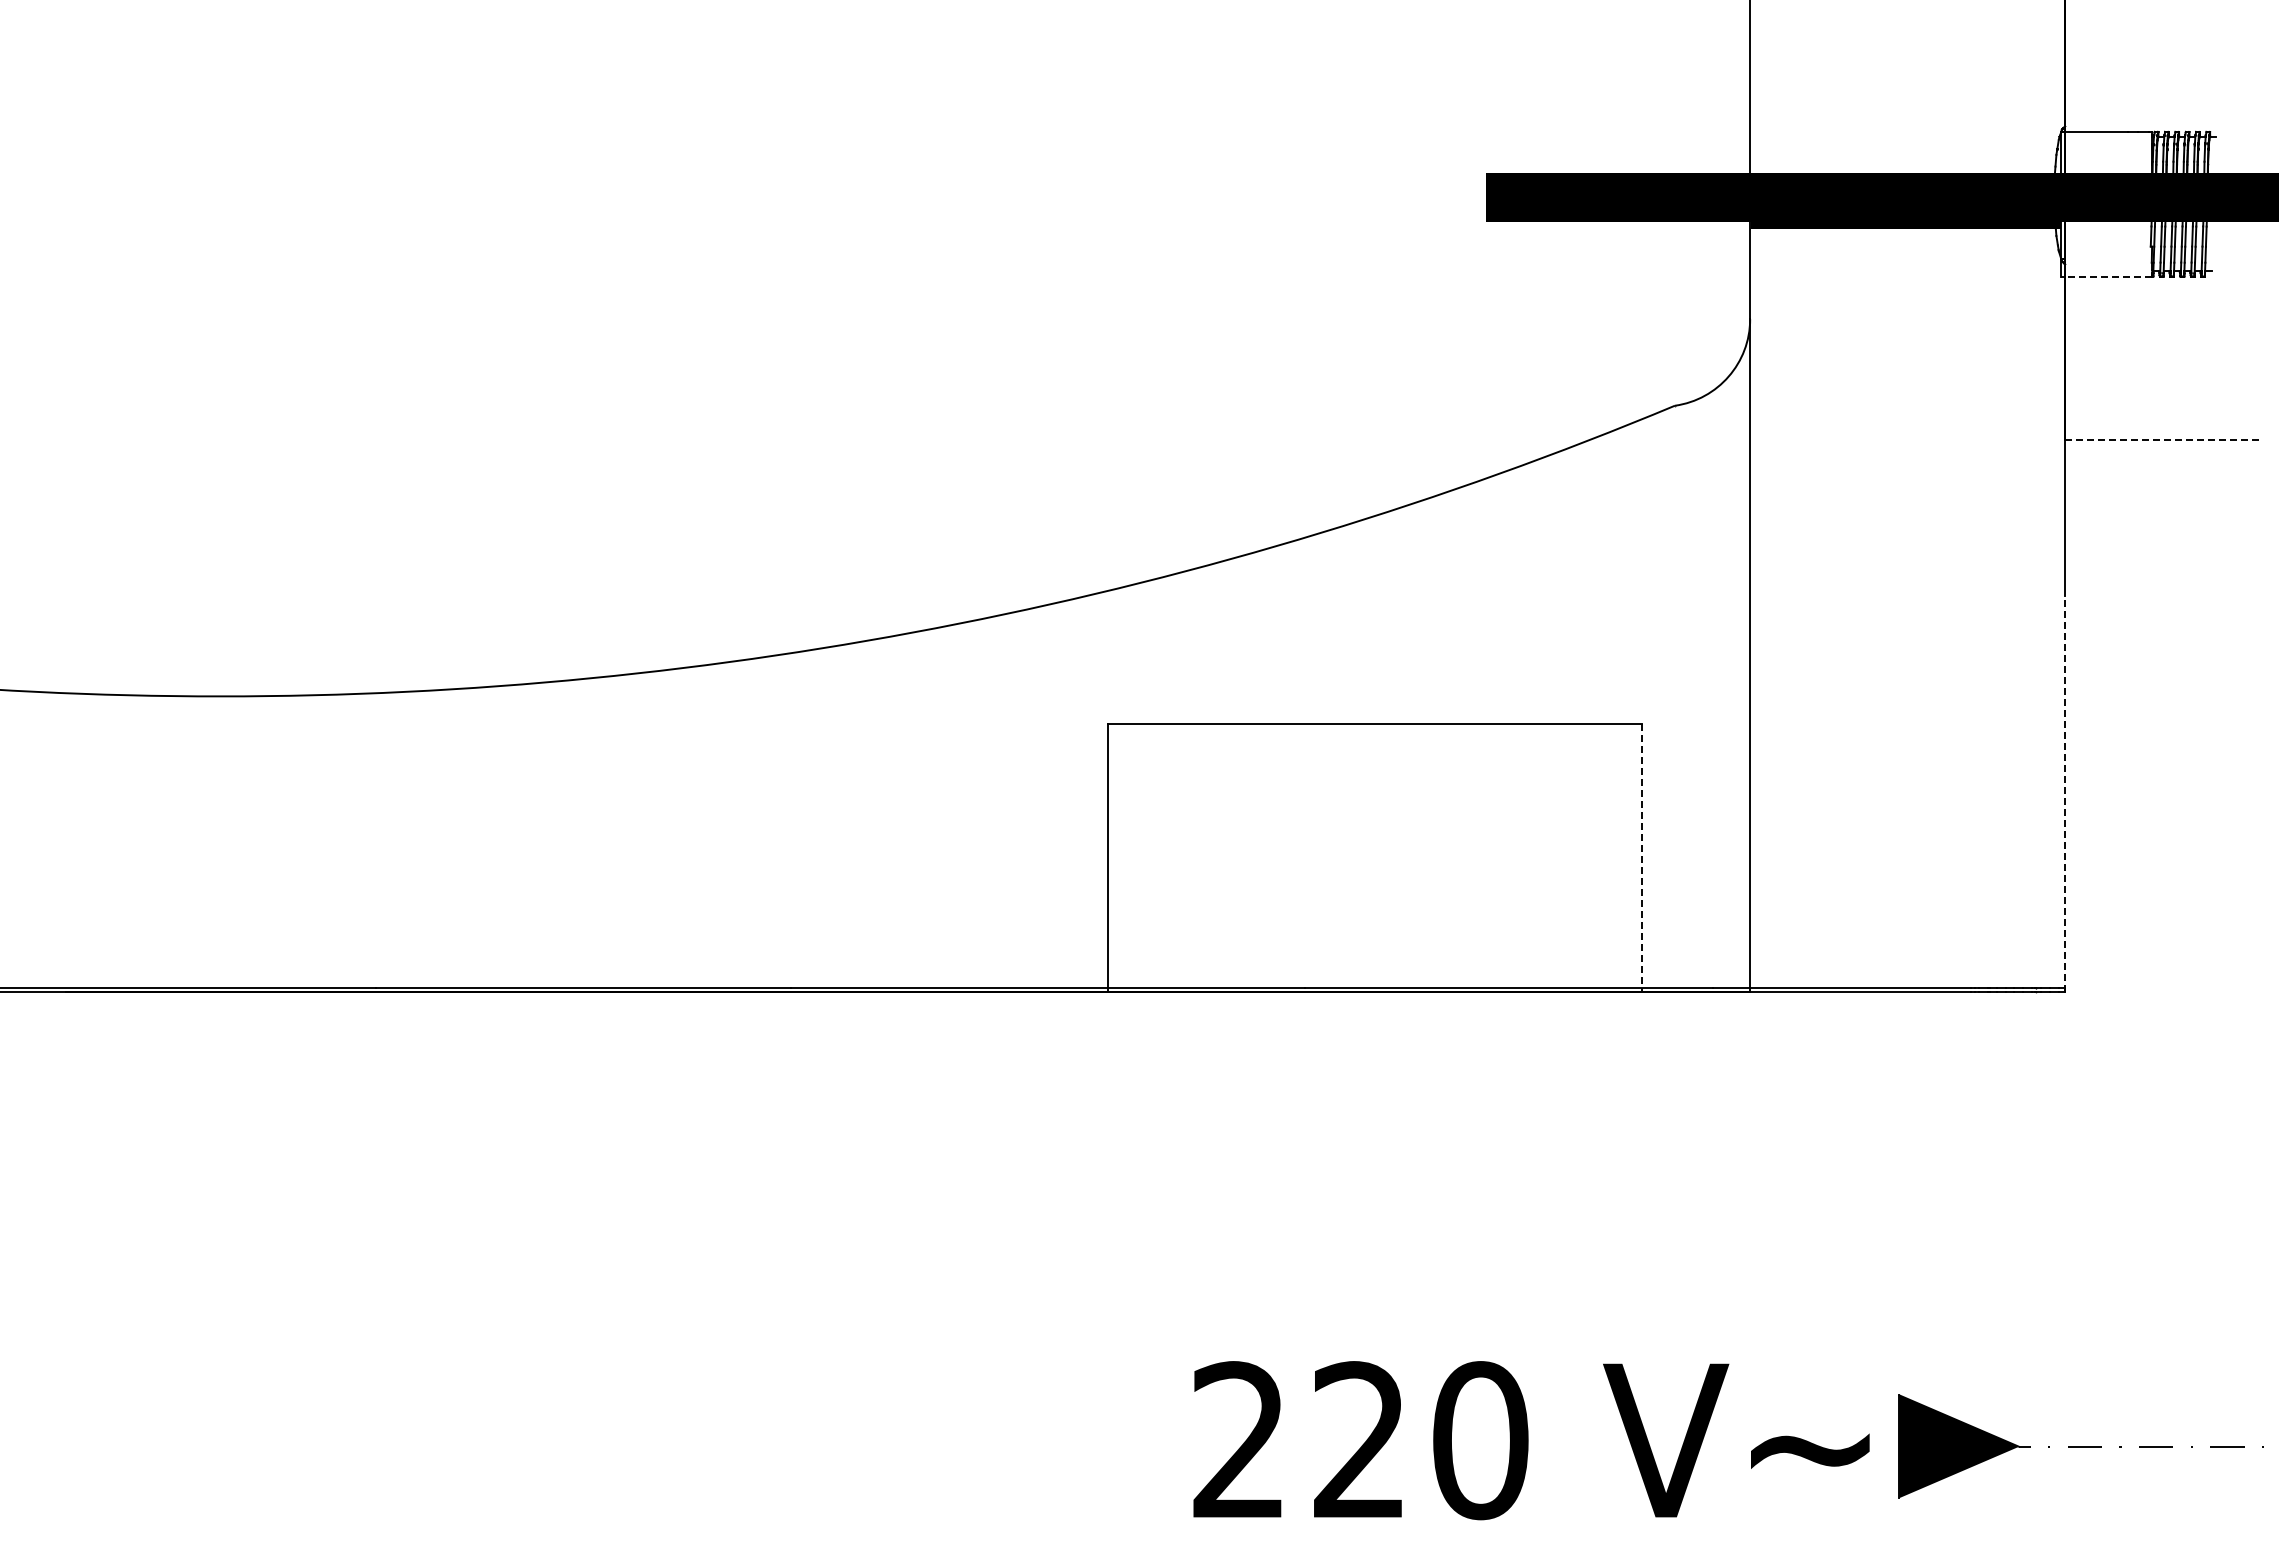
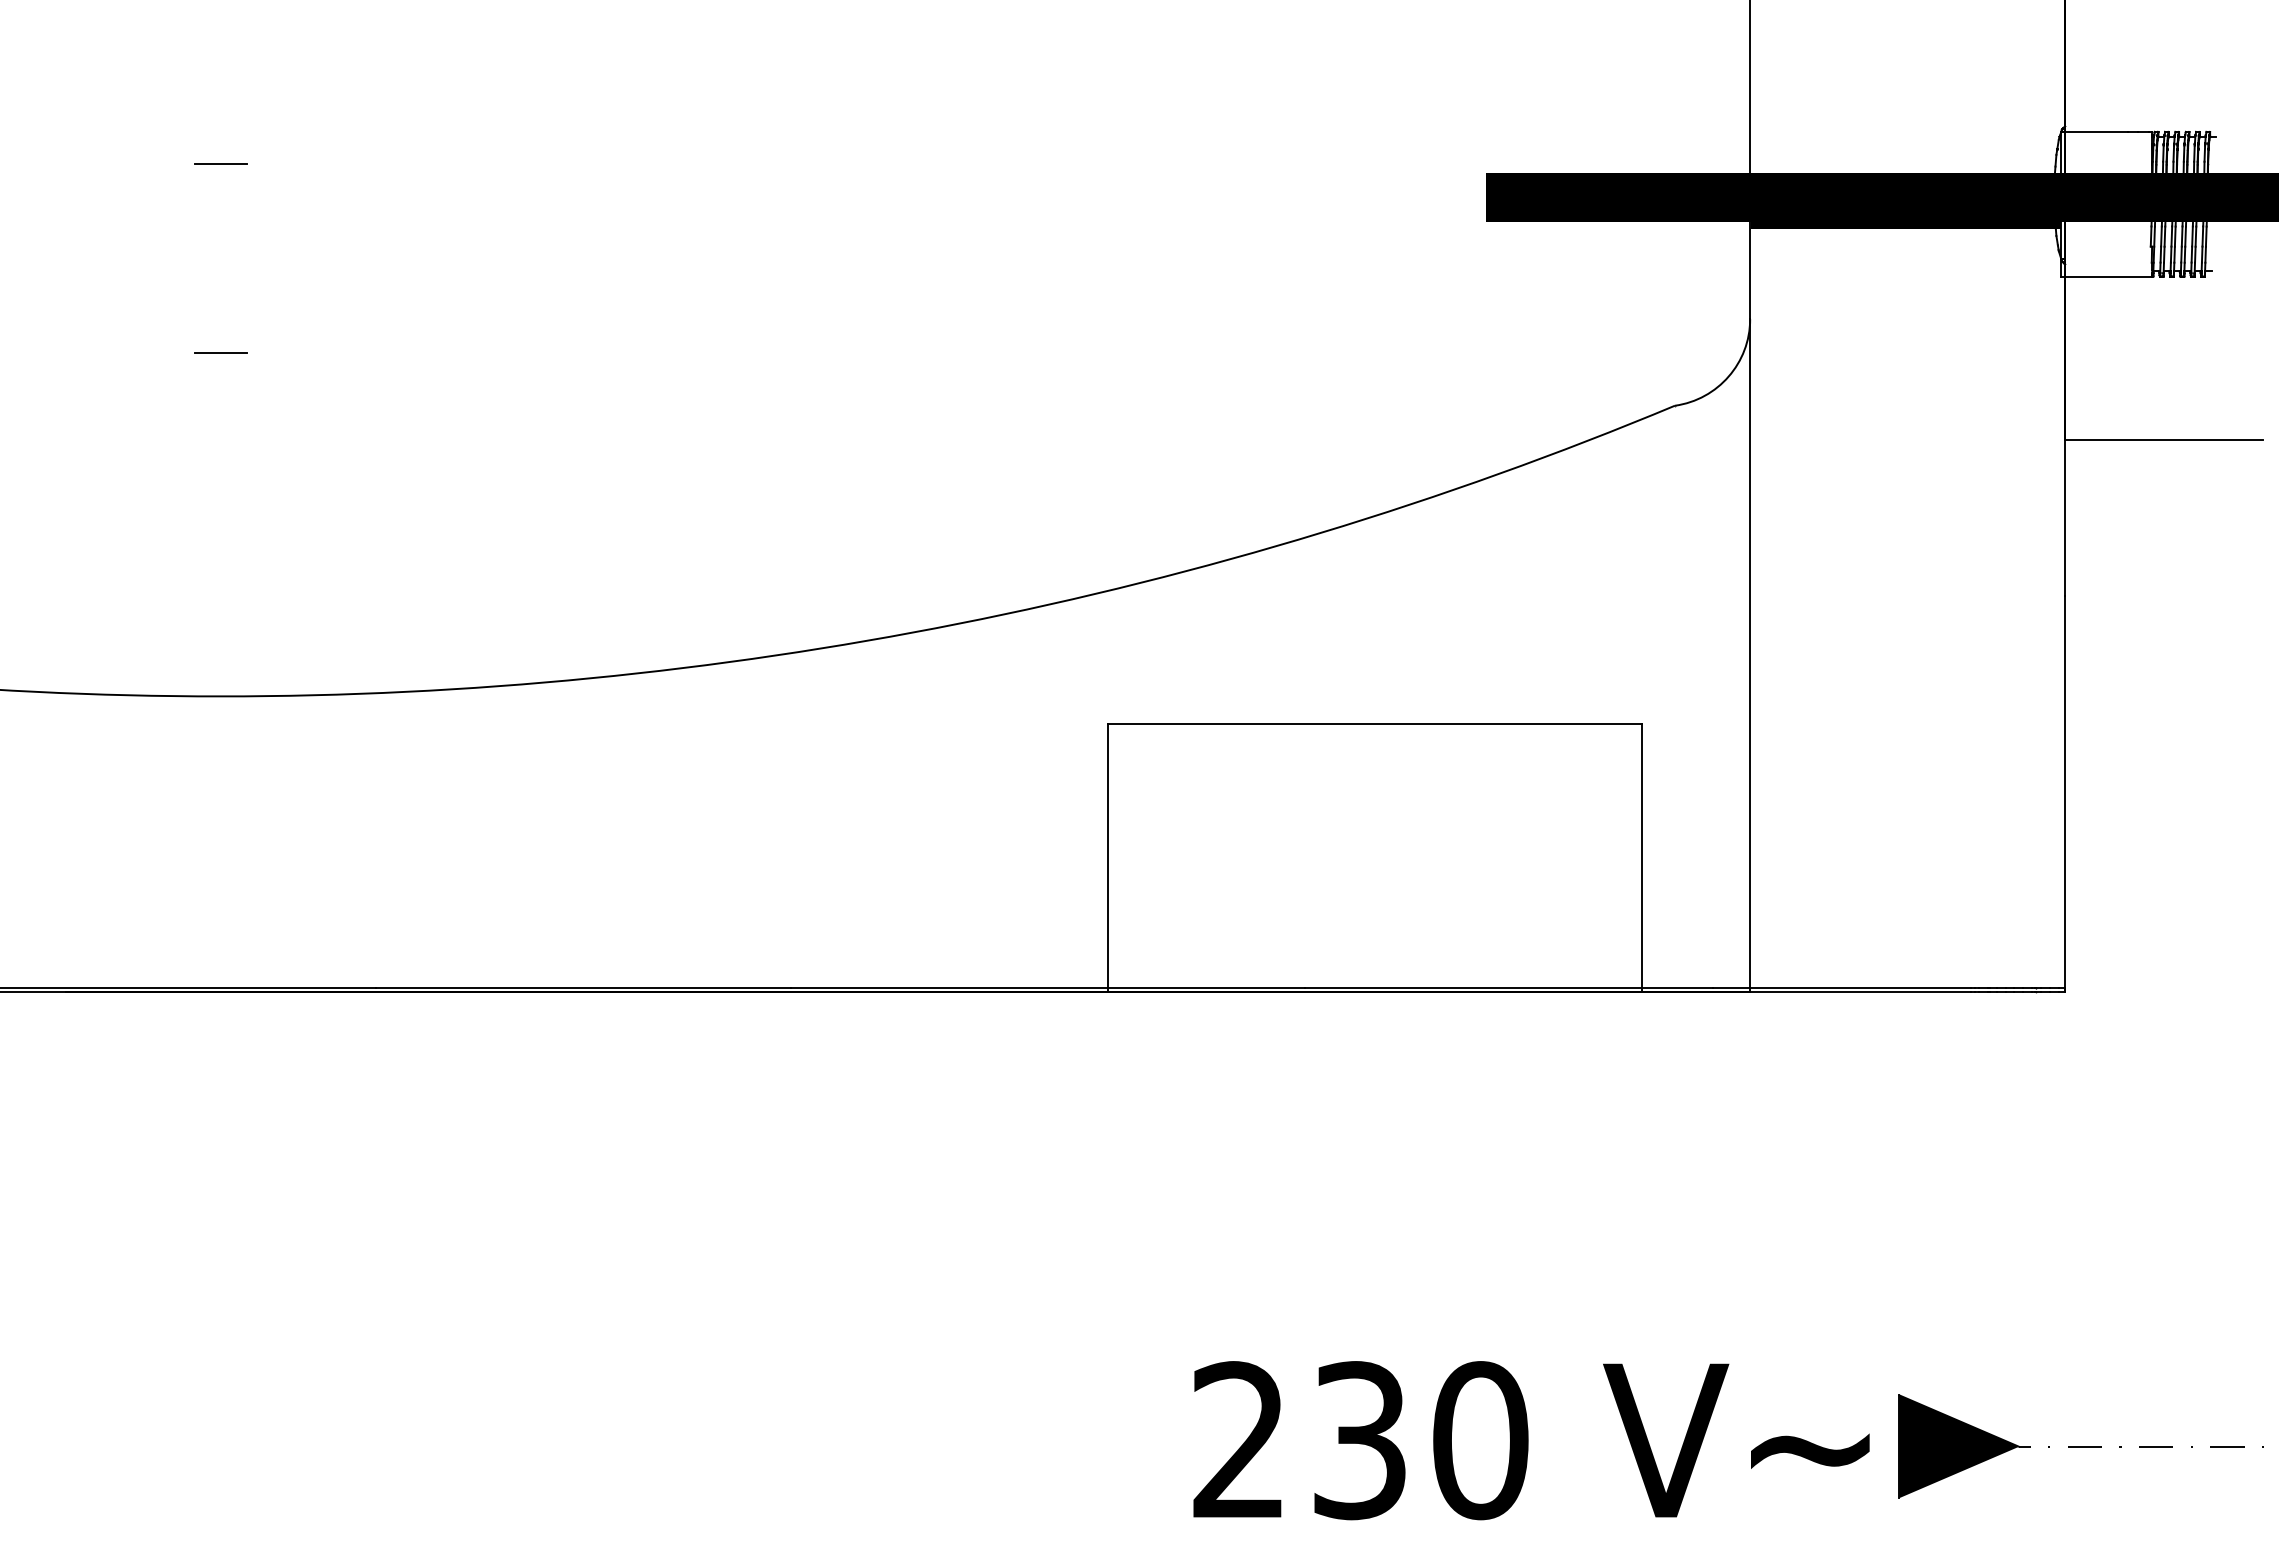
line at (220, 163): none -> present
line at (2106, 276): dashed -> solid
line at (220, 352): none -> present
line at (2164, 440): dashed -> solid
line at (2065, 793): dashed -> solid
line at (1641, 857): dashed -> solid
text at (1359, 1440): 220 -> 230
